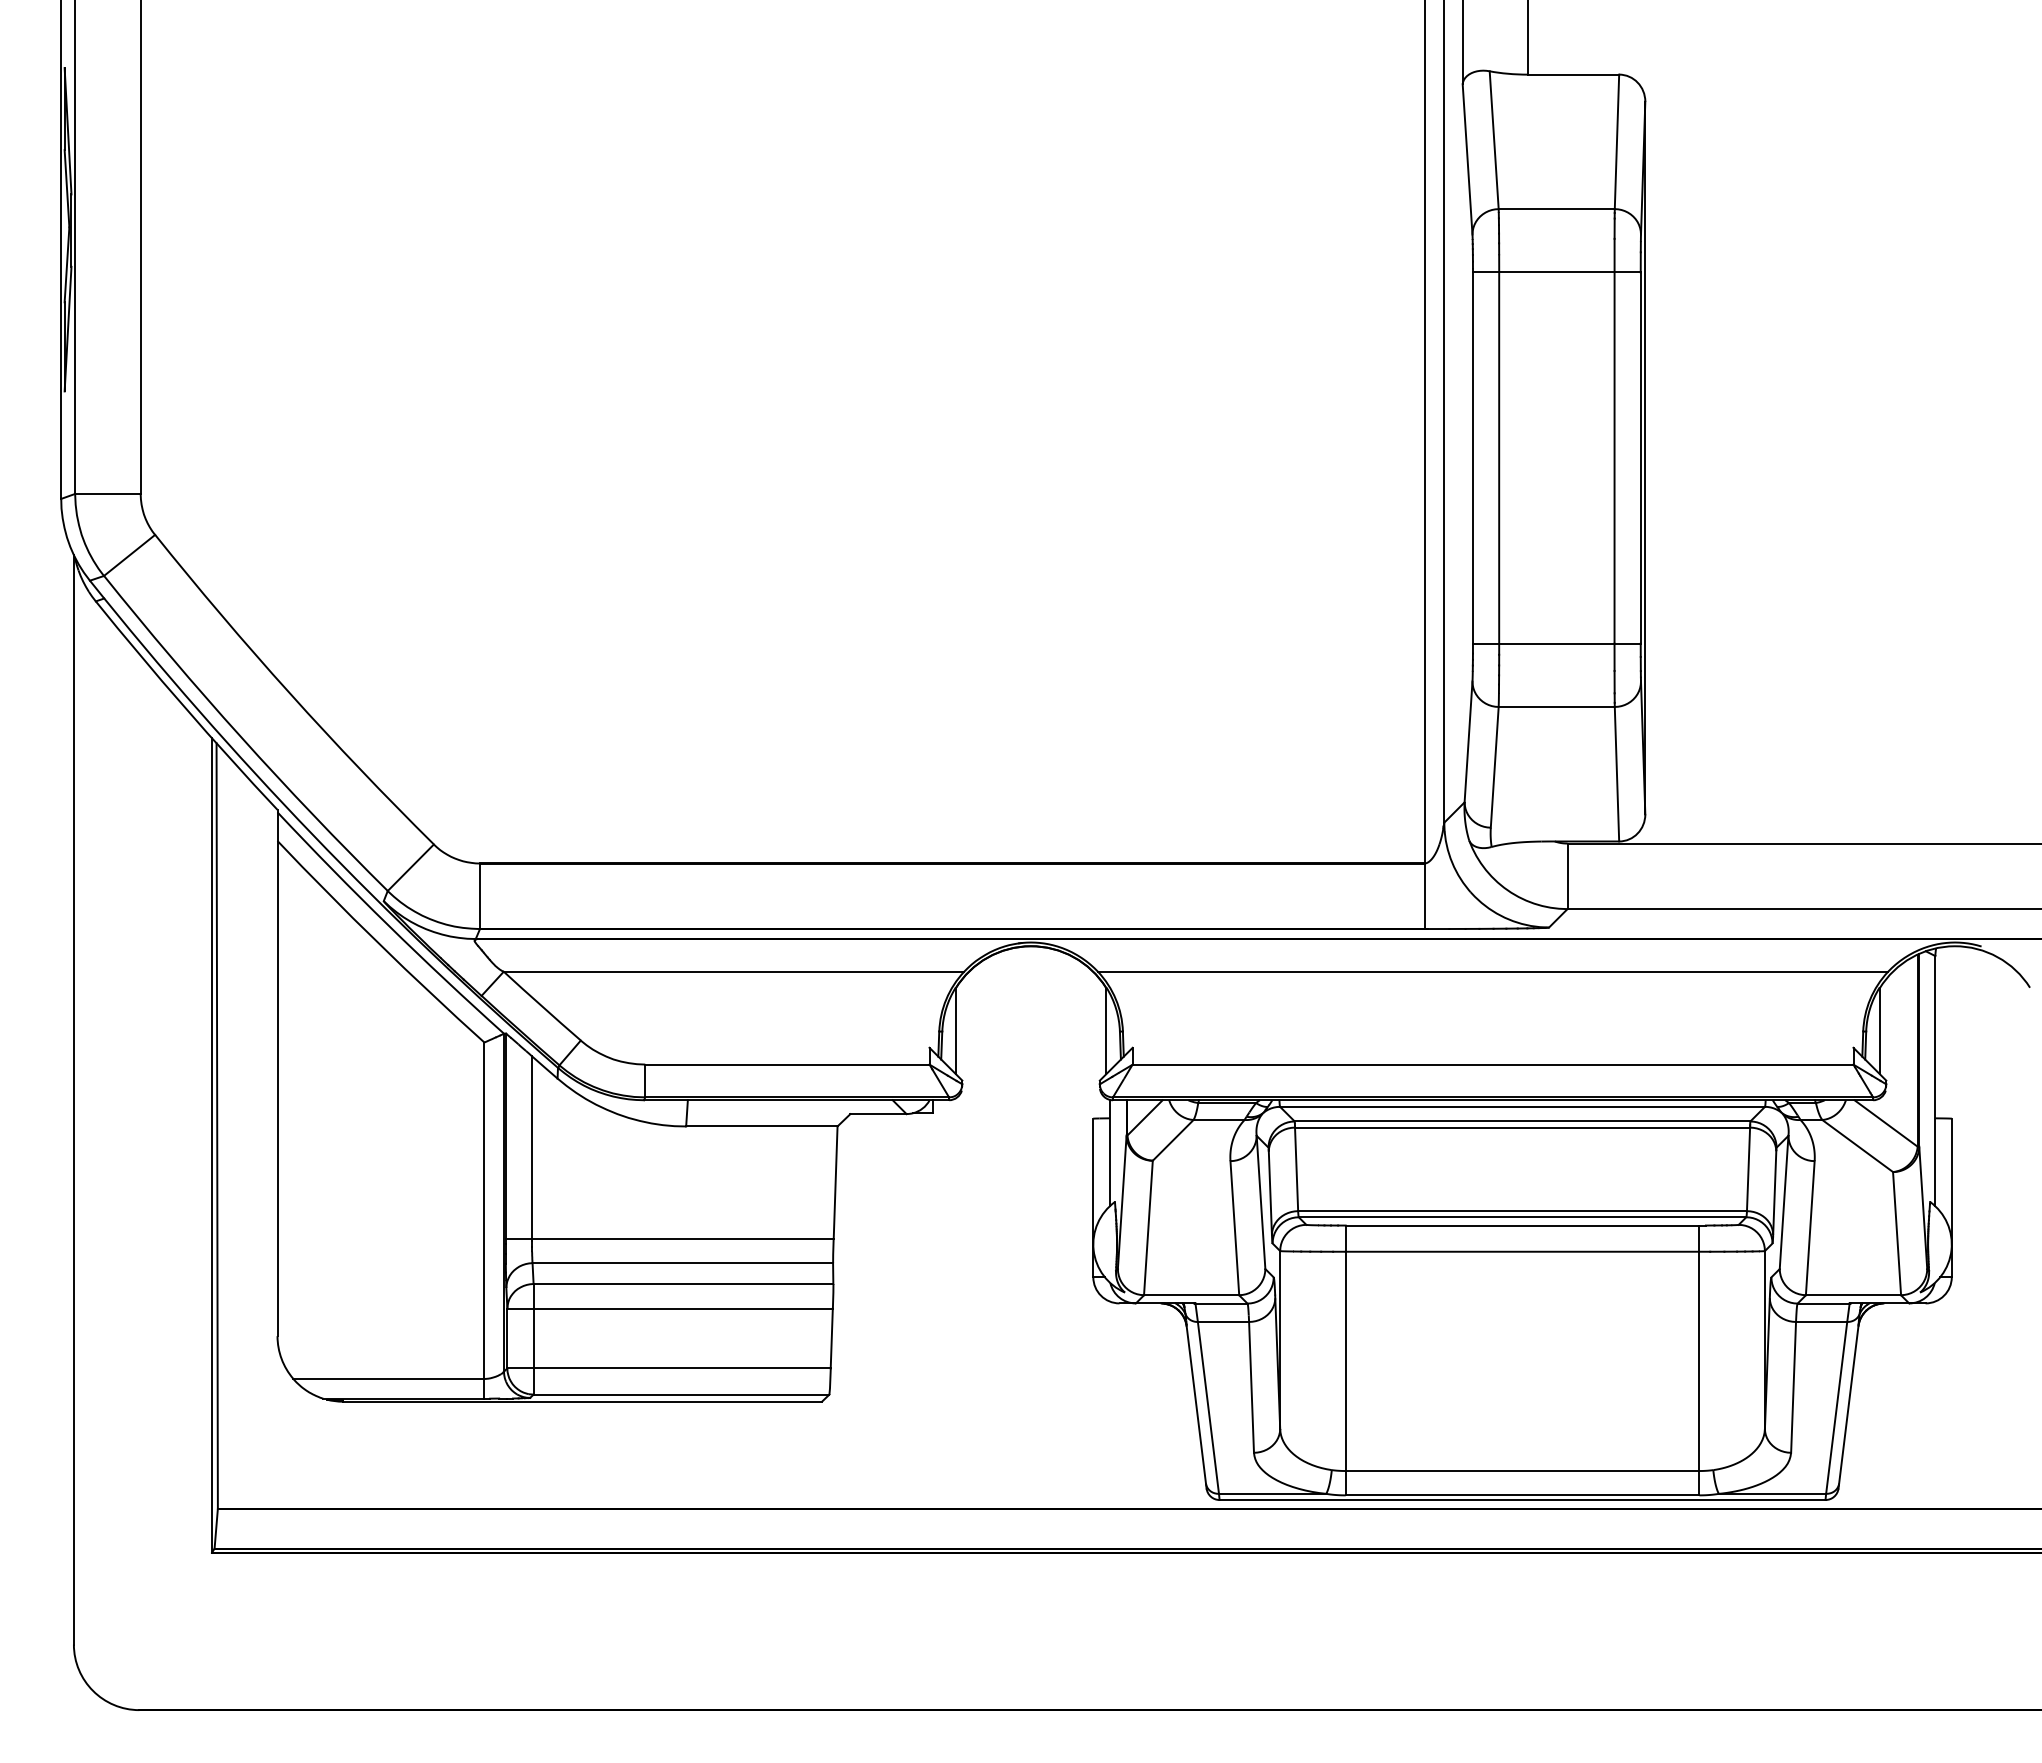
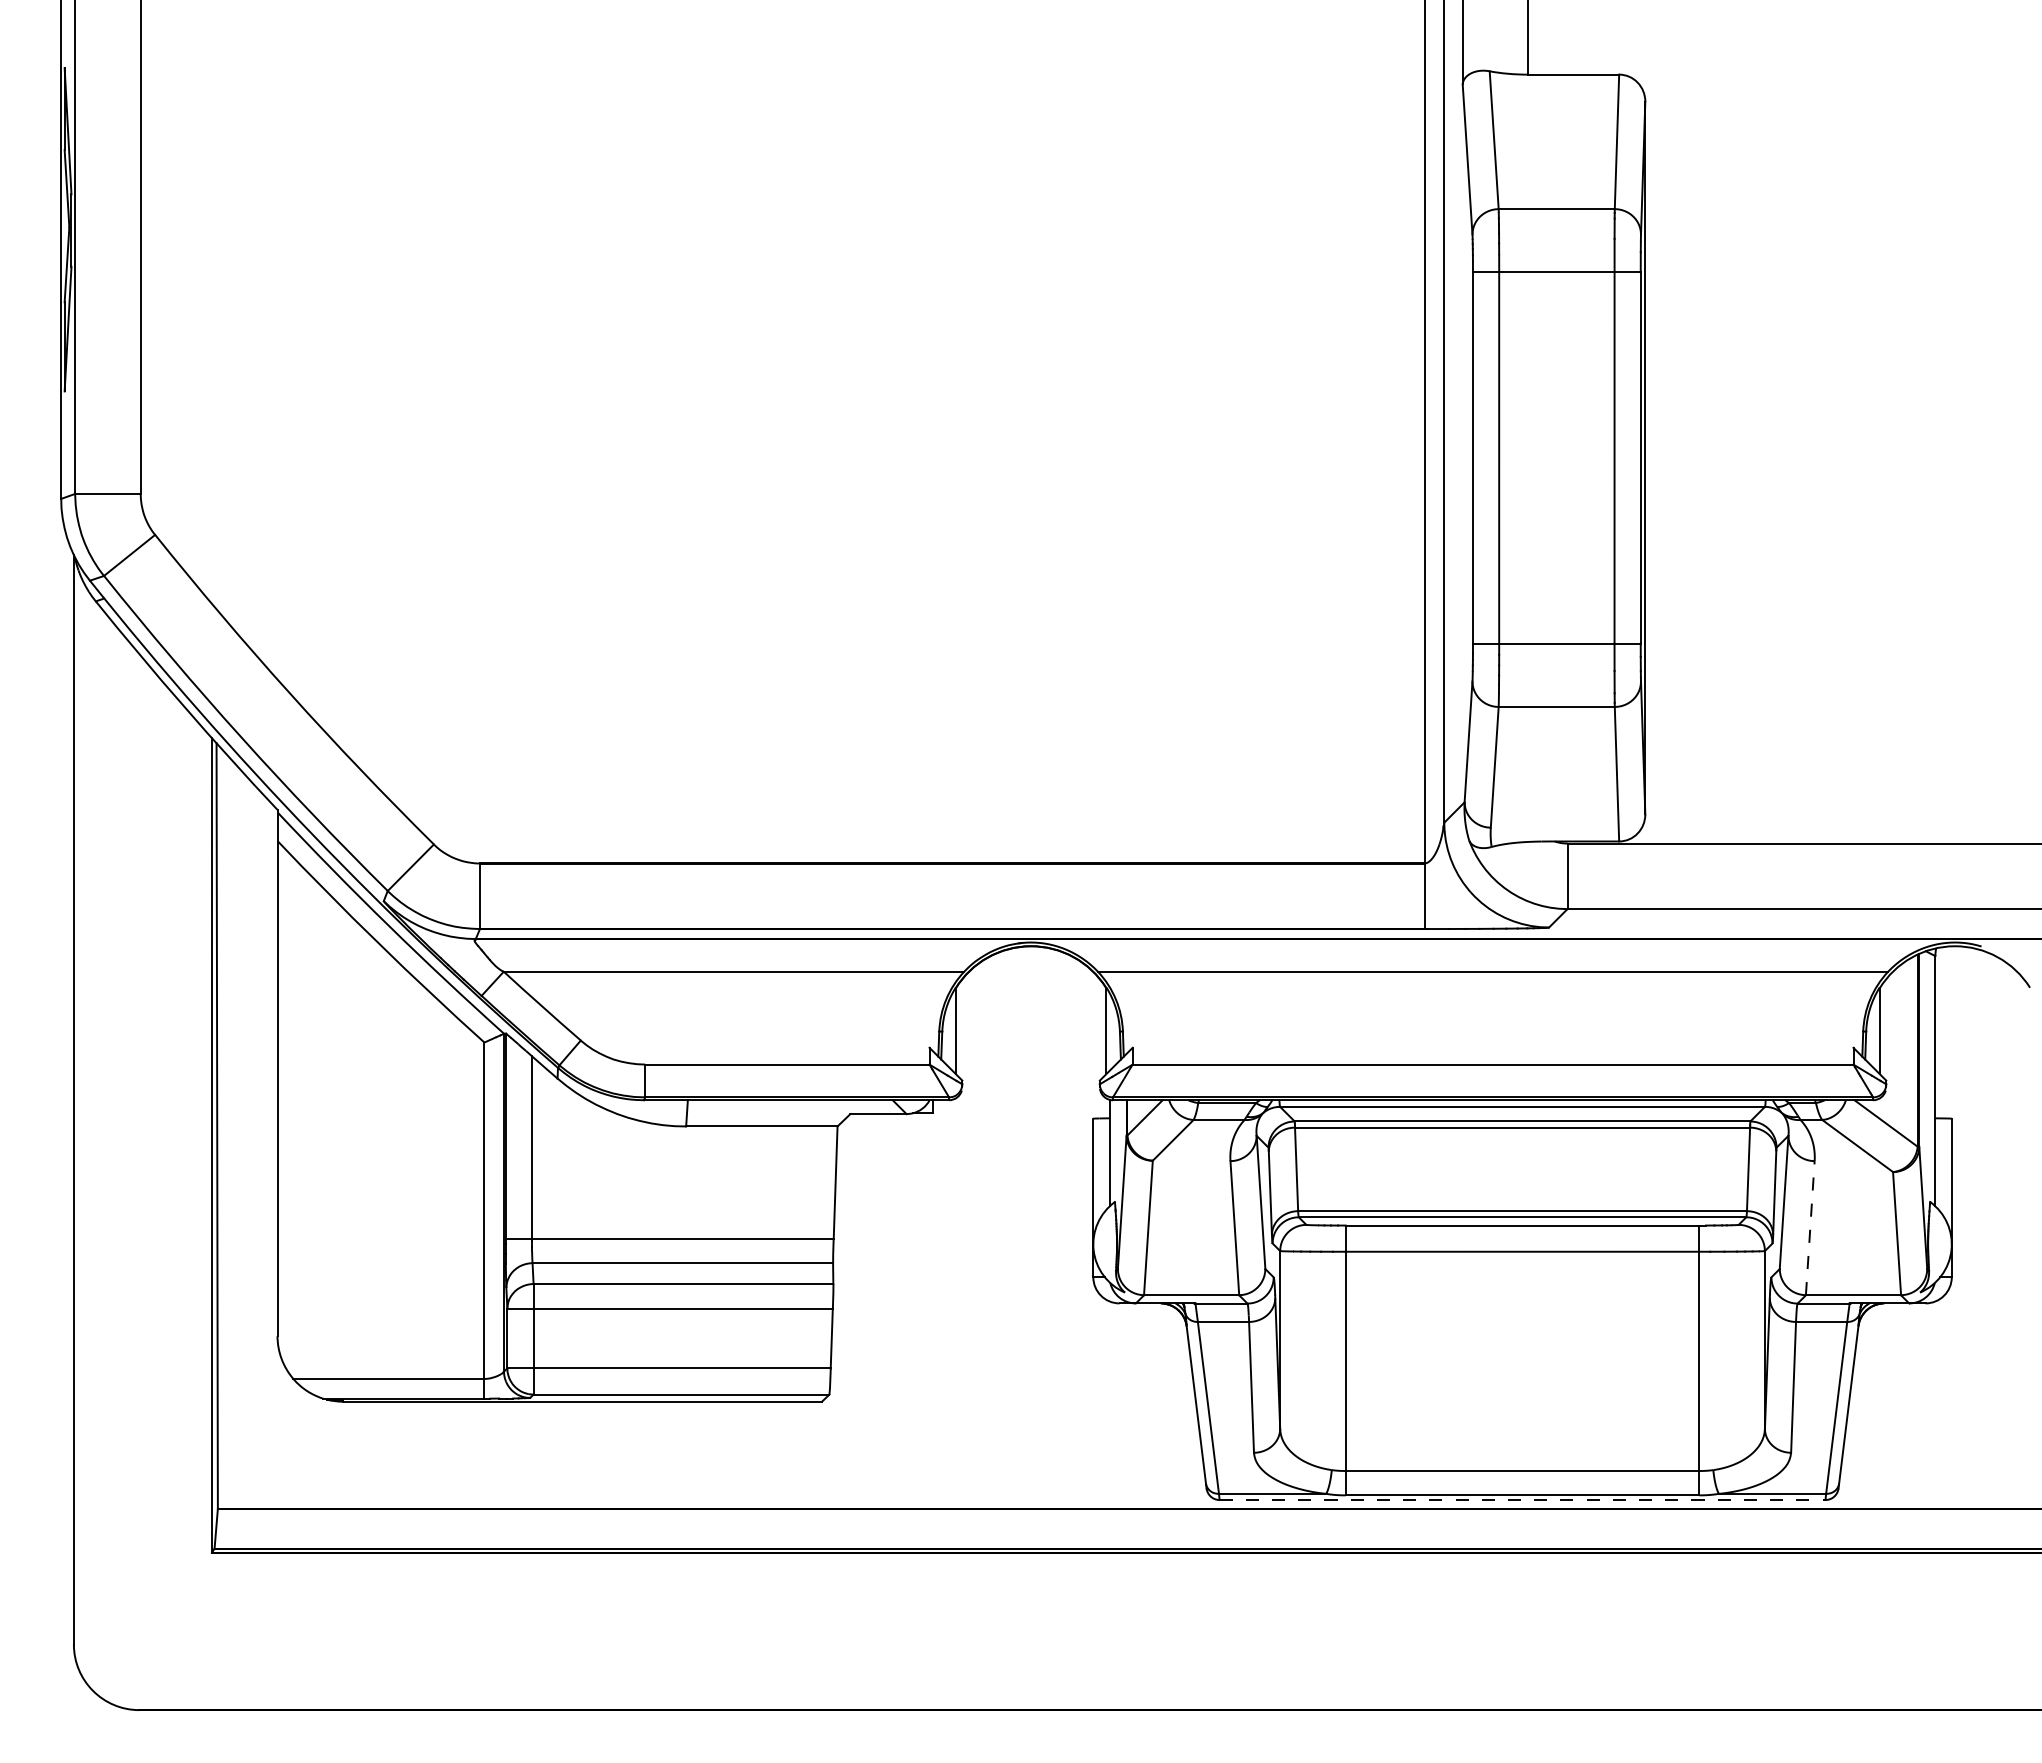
line at (1810, 1227): solid -> dashed
line at (1522, 1500): solid -> dashed
